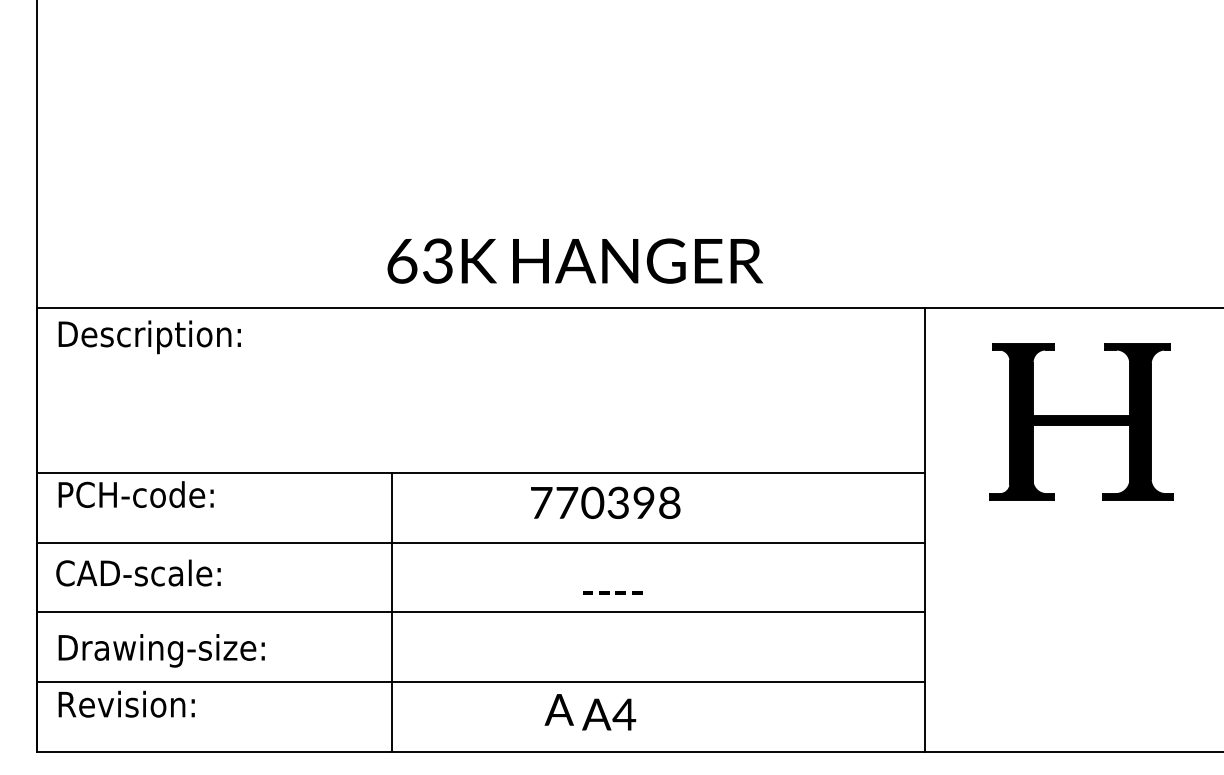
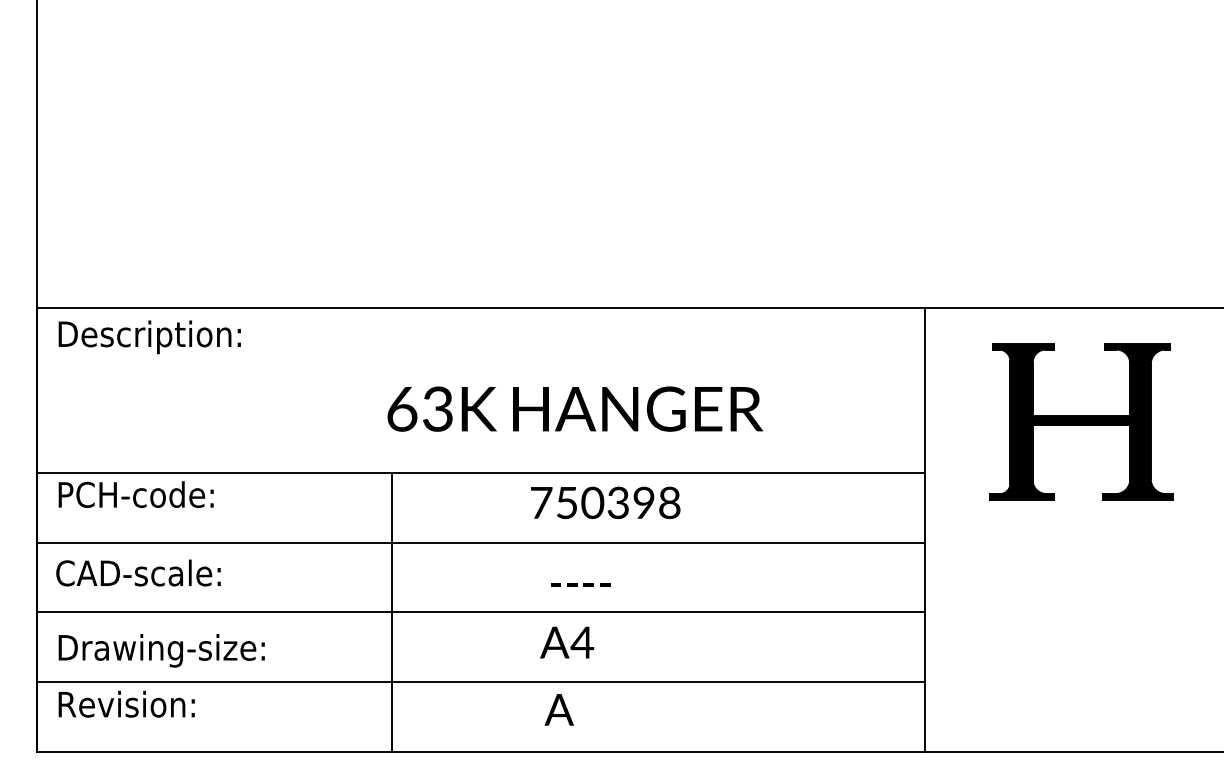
text at (575, 260) position: (575, 260) -> (575, 408)
text at (567, 503): 770398 -> 750398
text at (612, 592) position: (612, 592) -> (580, 584)
text at (609, 714) position: (609, 714) -> (567, 642)
